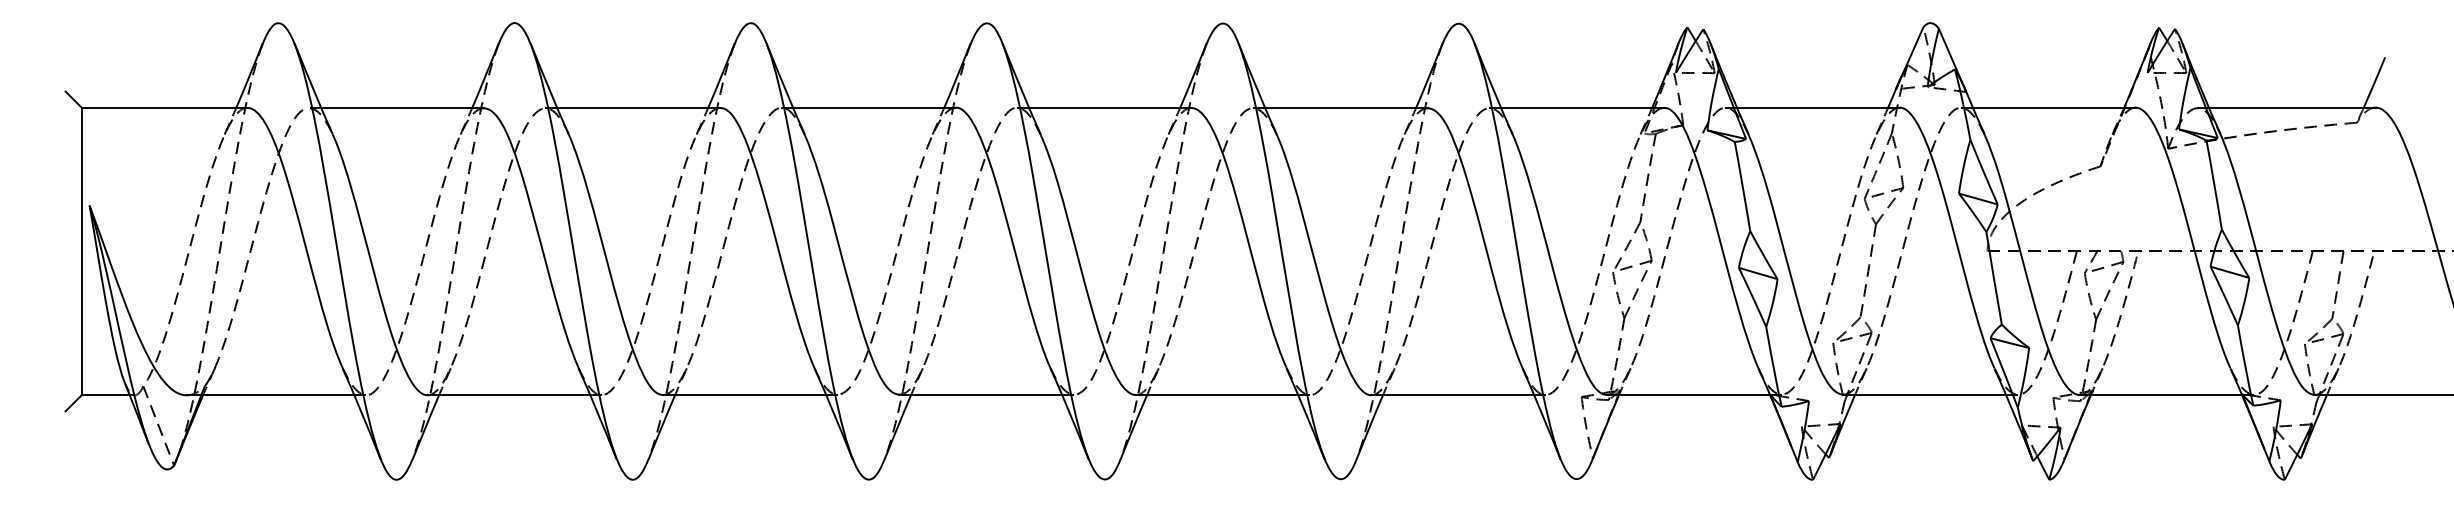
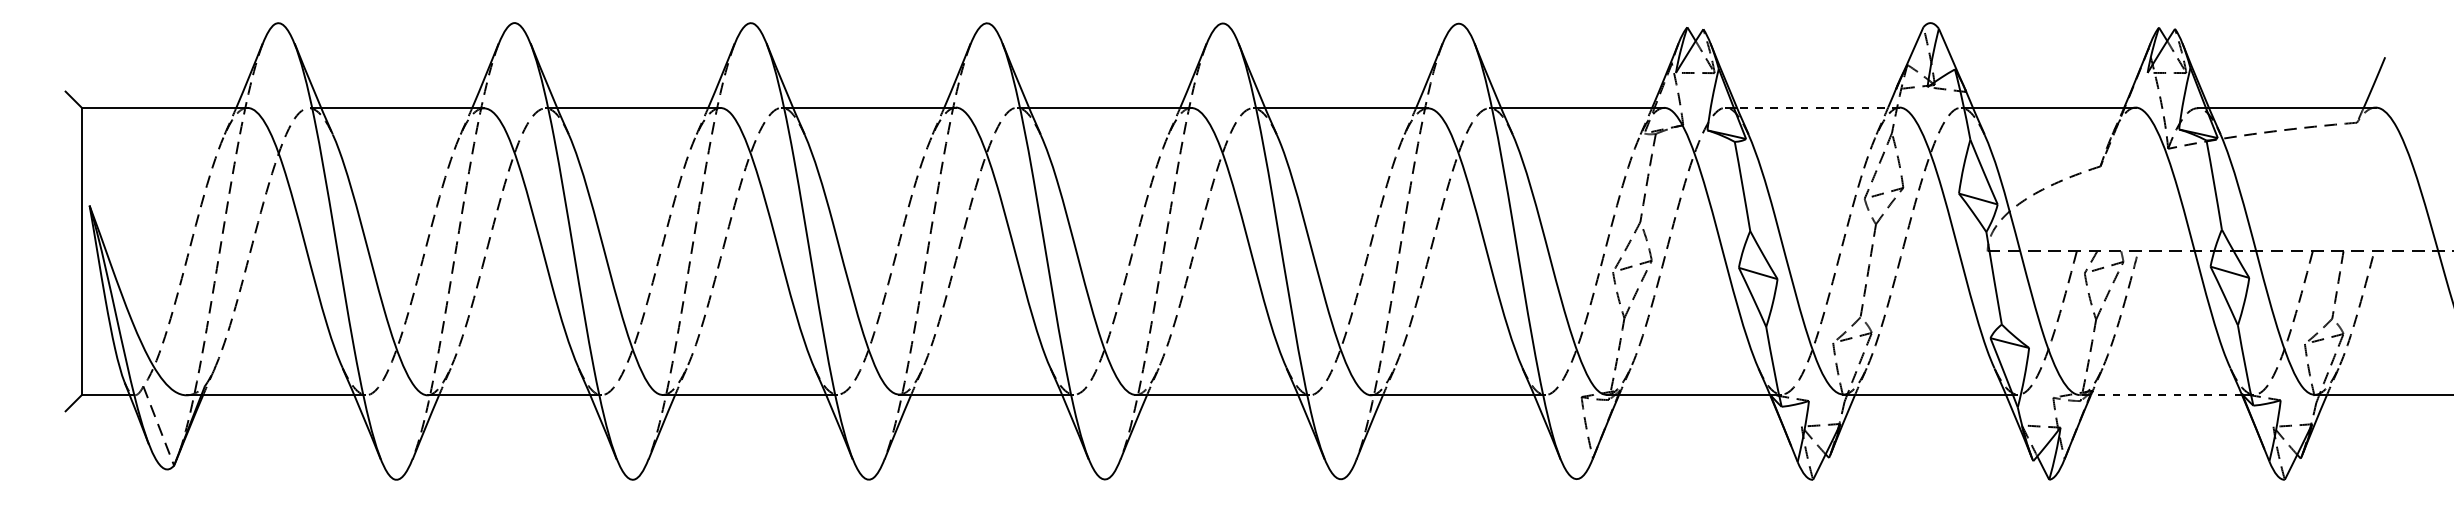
line at (1817, 107): solid -> dashed
line at (2160, 395): solid -> dashed
